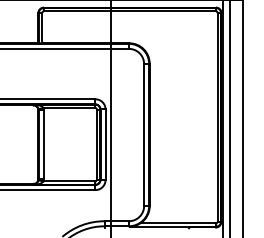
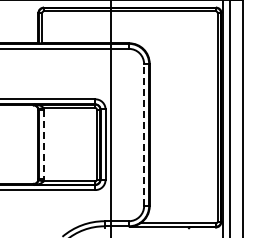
line at (144, 135): solid -> dashed
line at (43, 145): solid -> dashed
